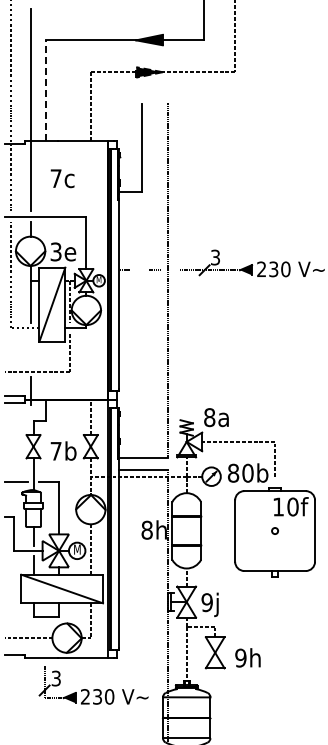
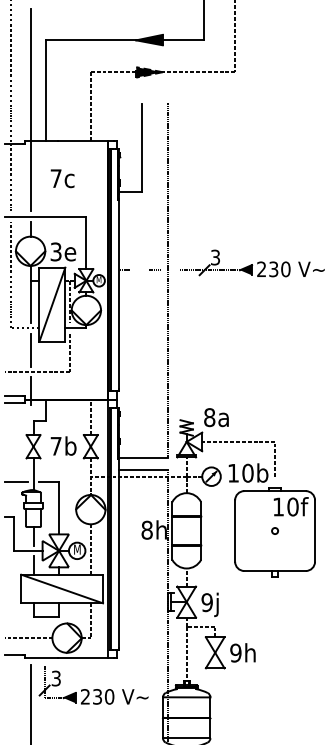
line at (45, 90): dashed -> solid
line at (30, 349): none -> present
text at (63, 450) position: (63, 450) -> (63, 445)
text at (233, 472): 80b -> 10b
text at (247, 657) position: (247, 657) -> (242, 652)
line at (30, 703): none -> present
